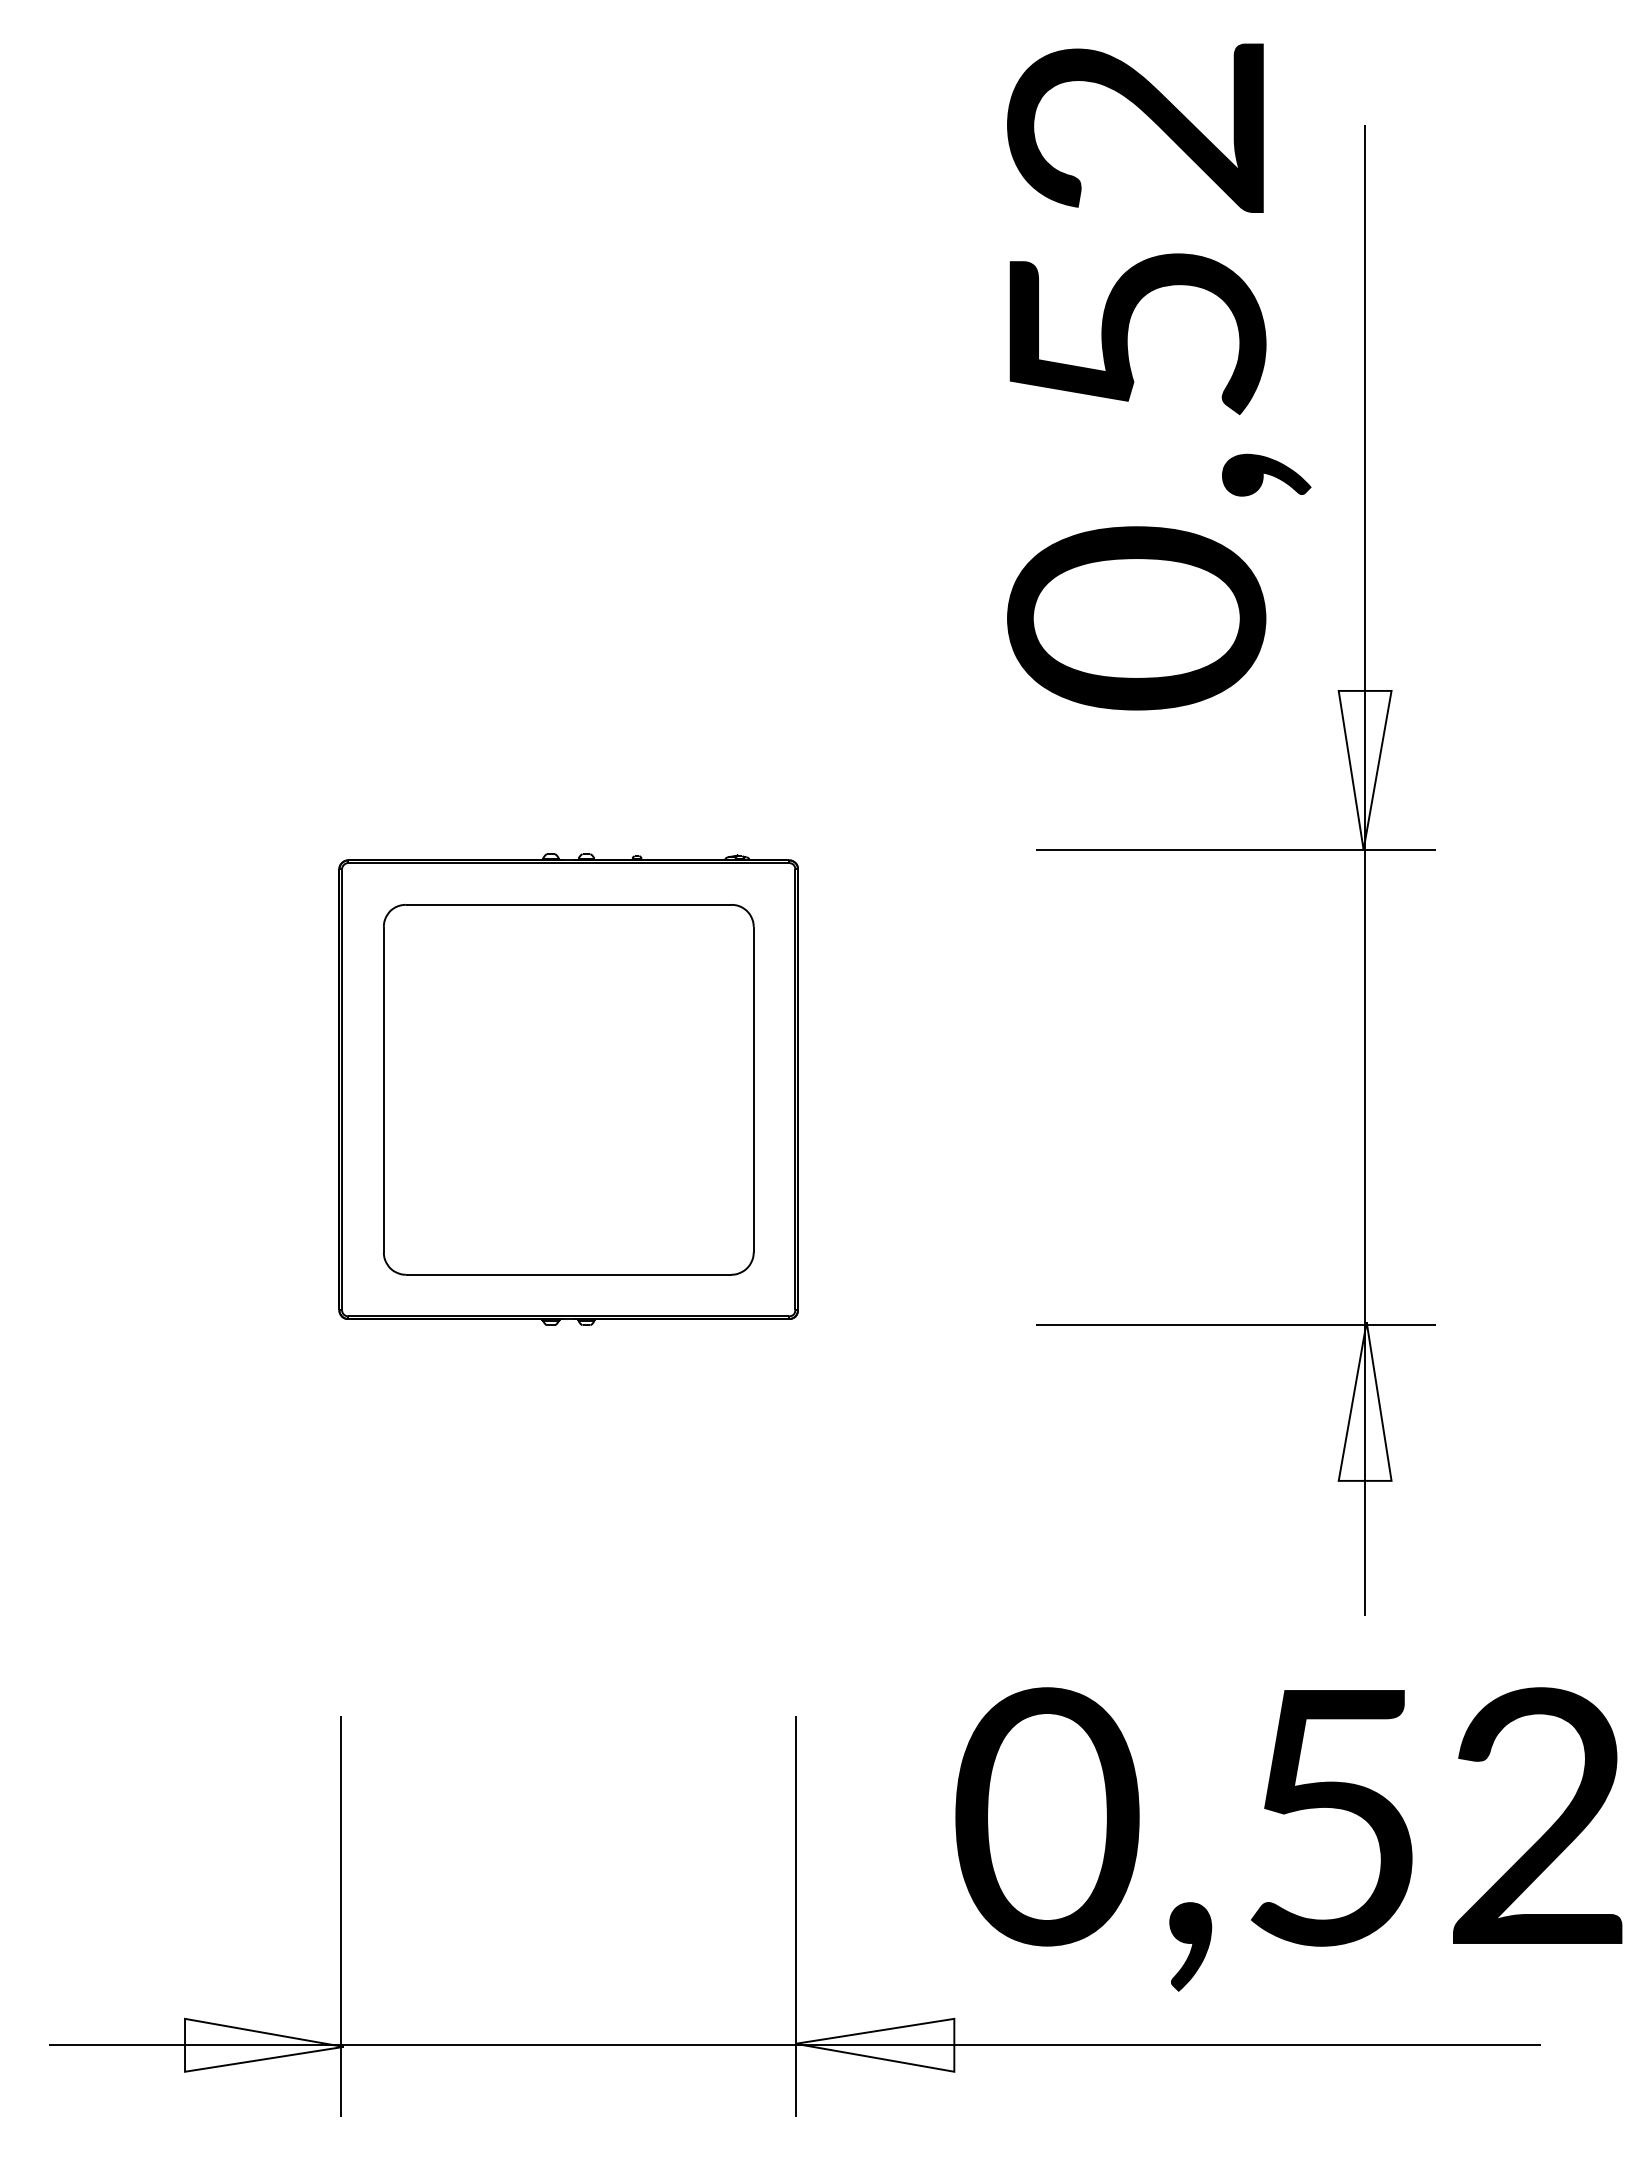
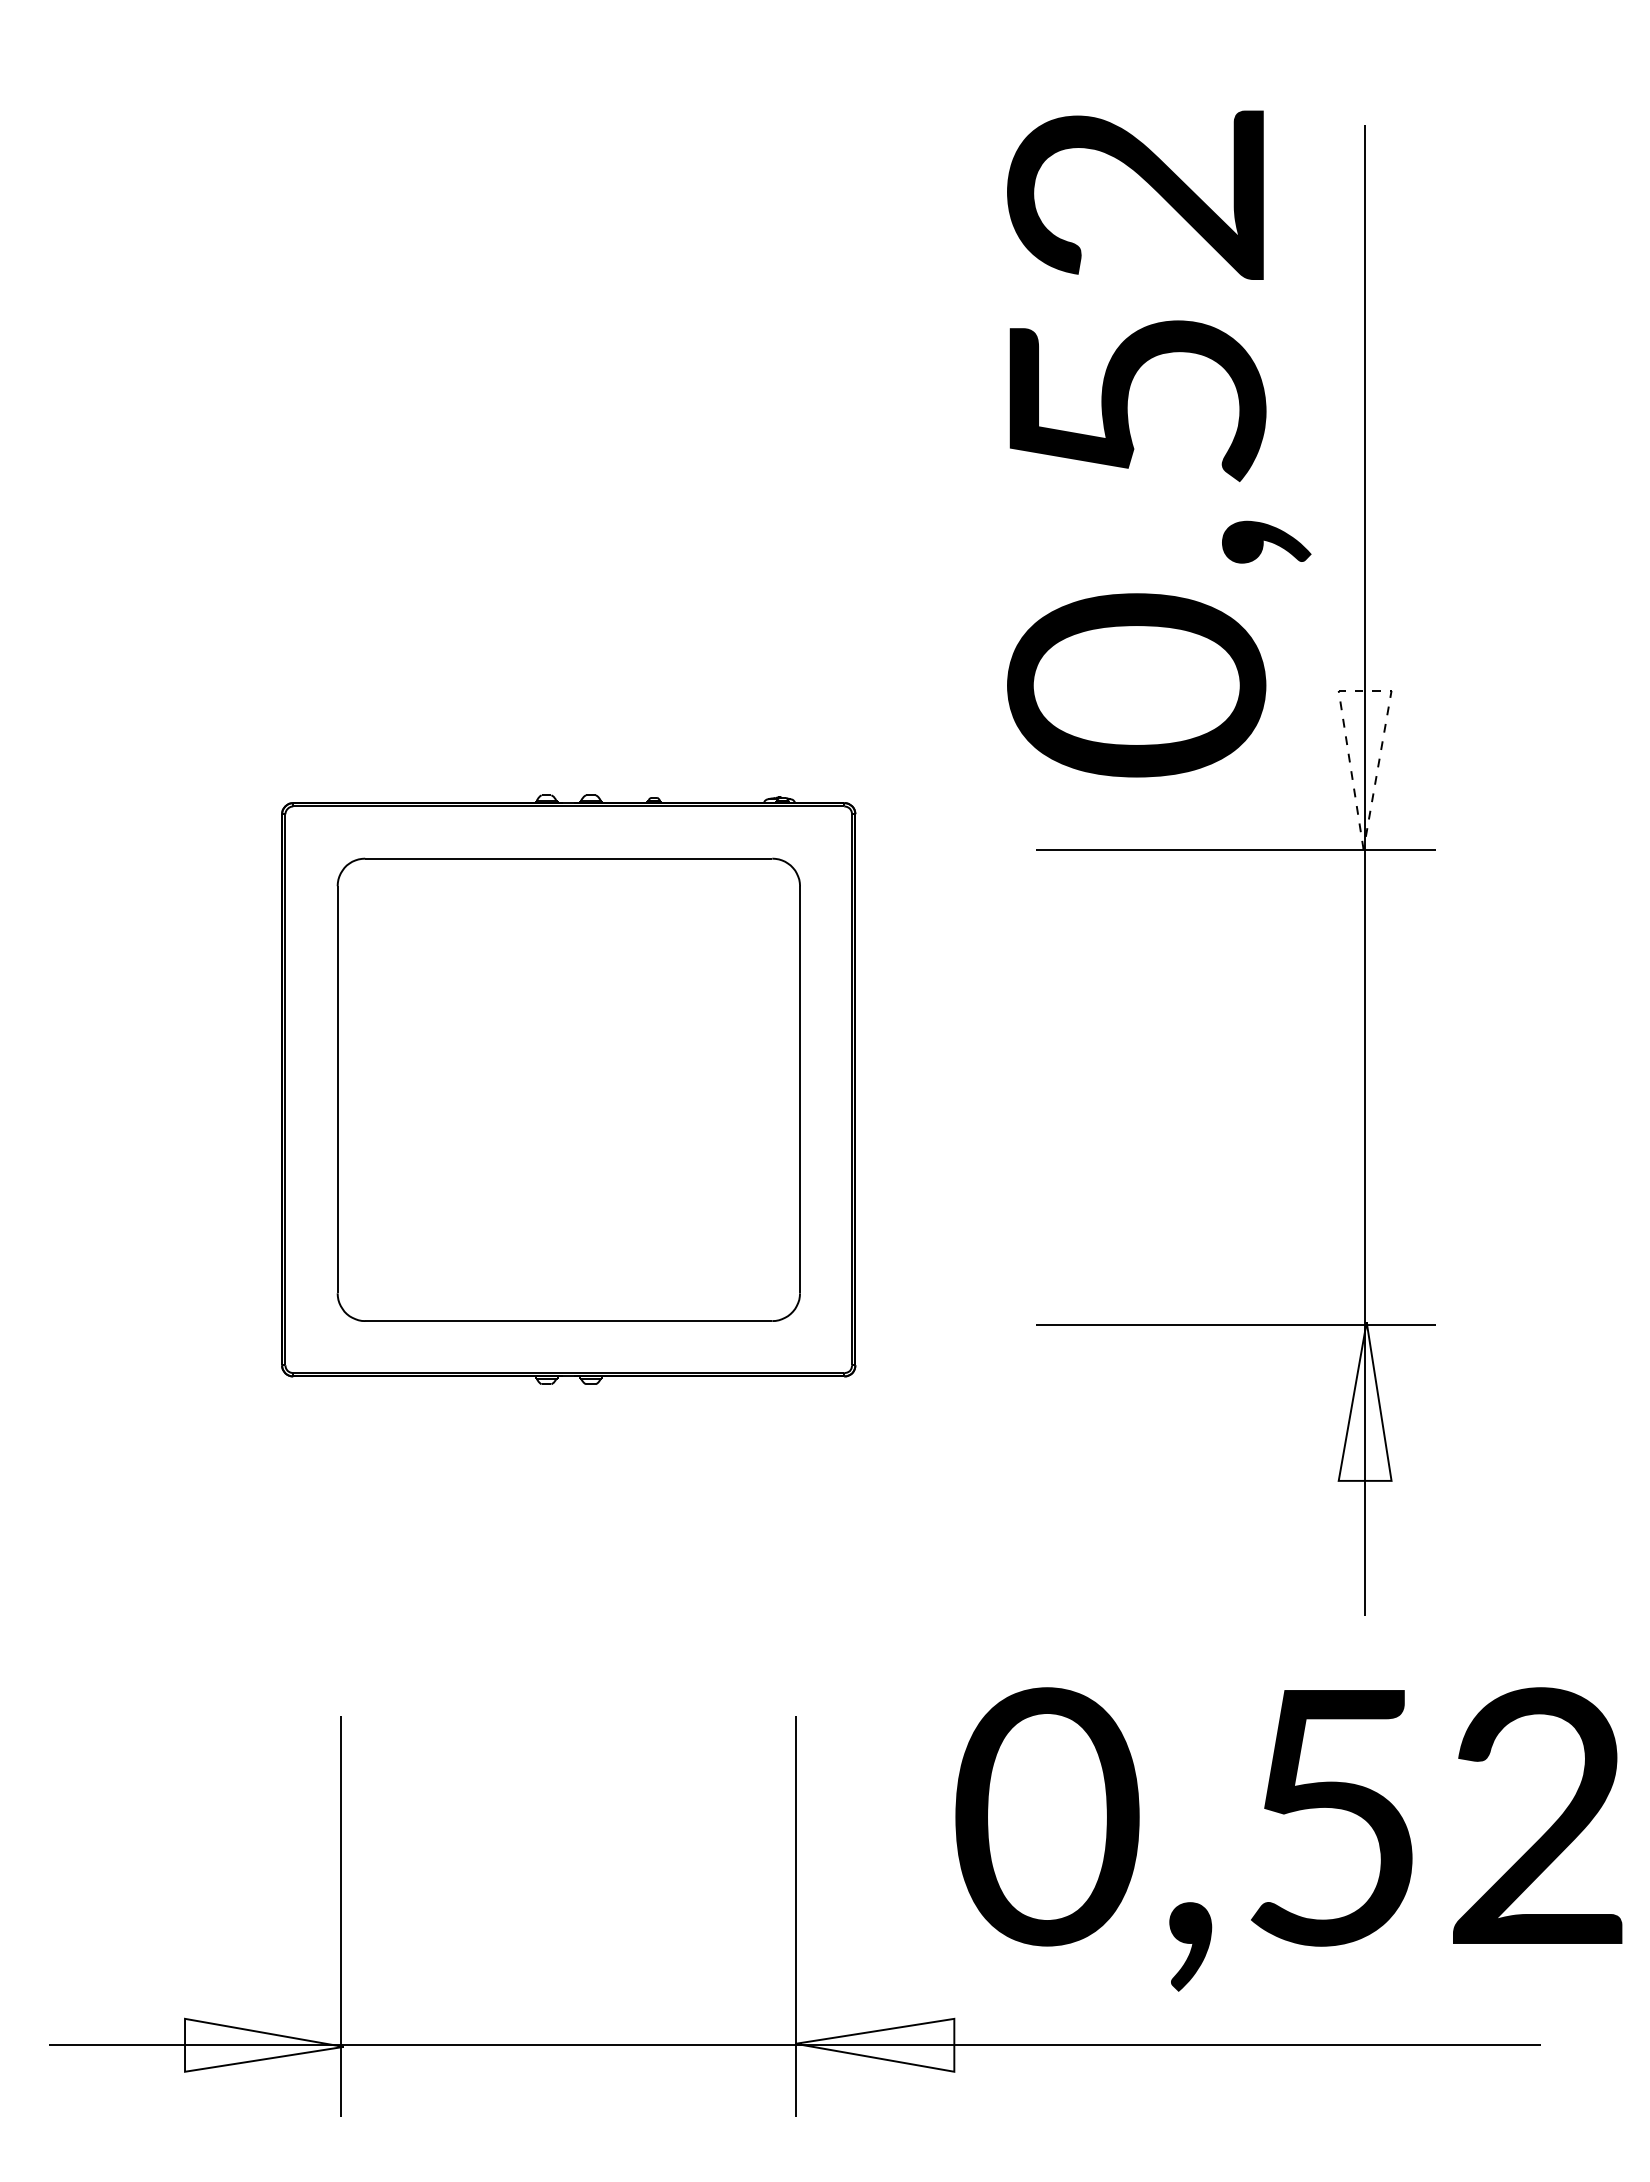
text at (1159, 376) position: (1159, 376) -> (1159, 443)
line at (1365, 690): solid -> dashed
part at (568, 1089) size: 461x473 px -> 576x591 px
